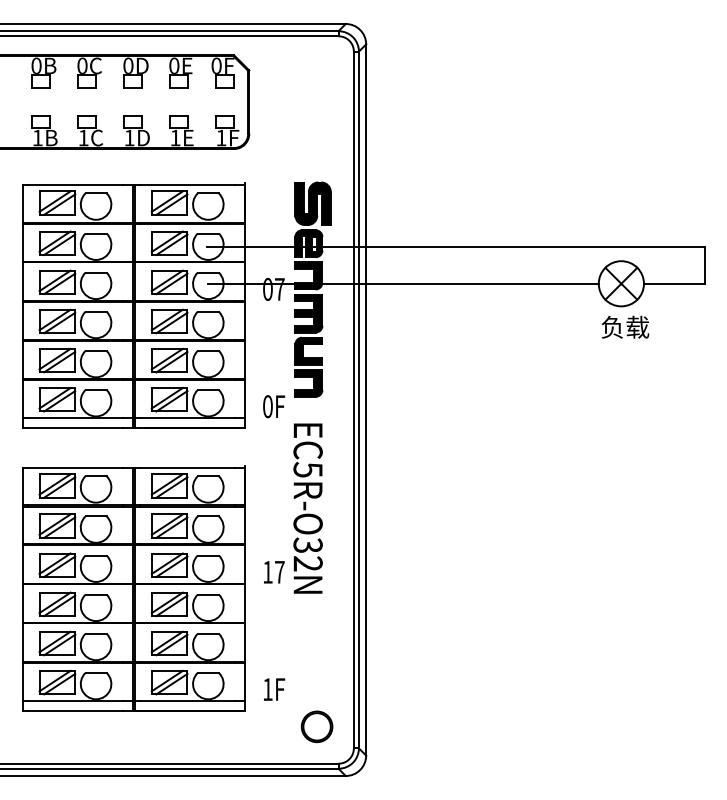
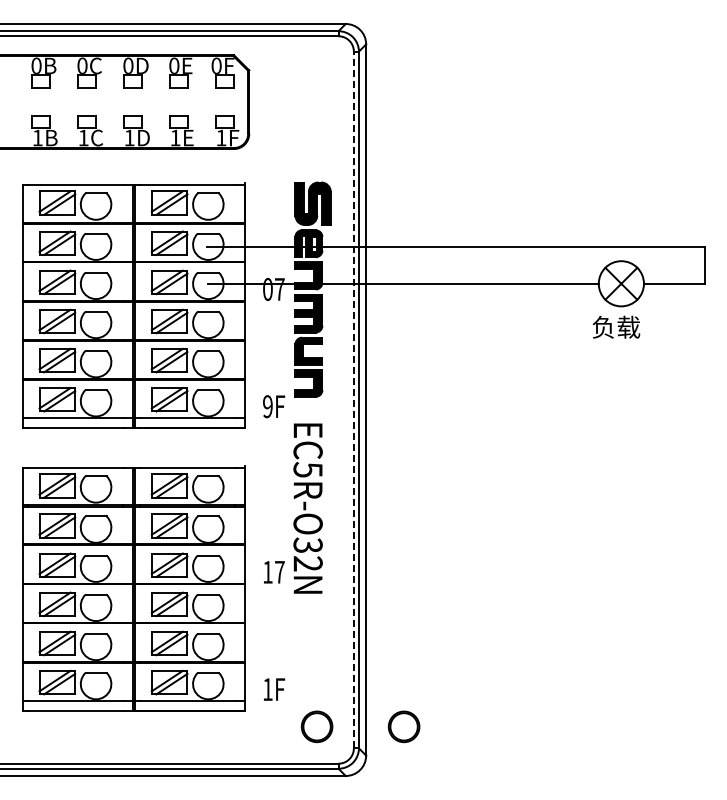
text at (625, 326) position: (625, 326) -> (616, 326)
line at (353, 399): solid -> dashed
text at (267, 406): 0F -> 9F
part at (403, 726): none -> present
